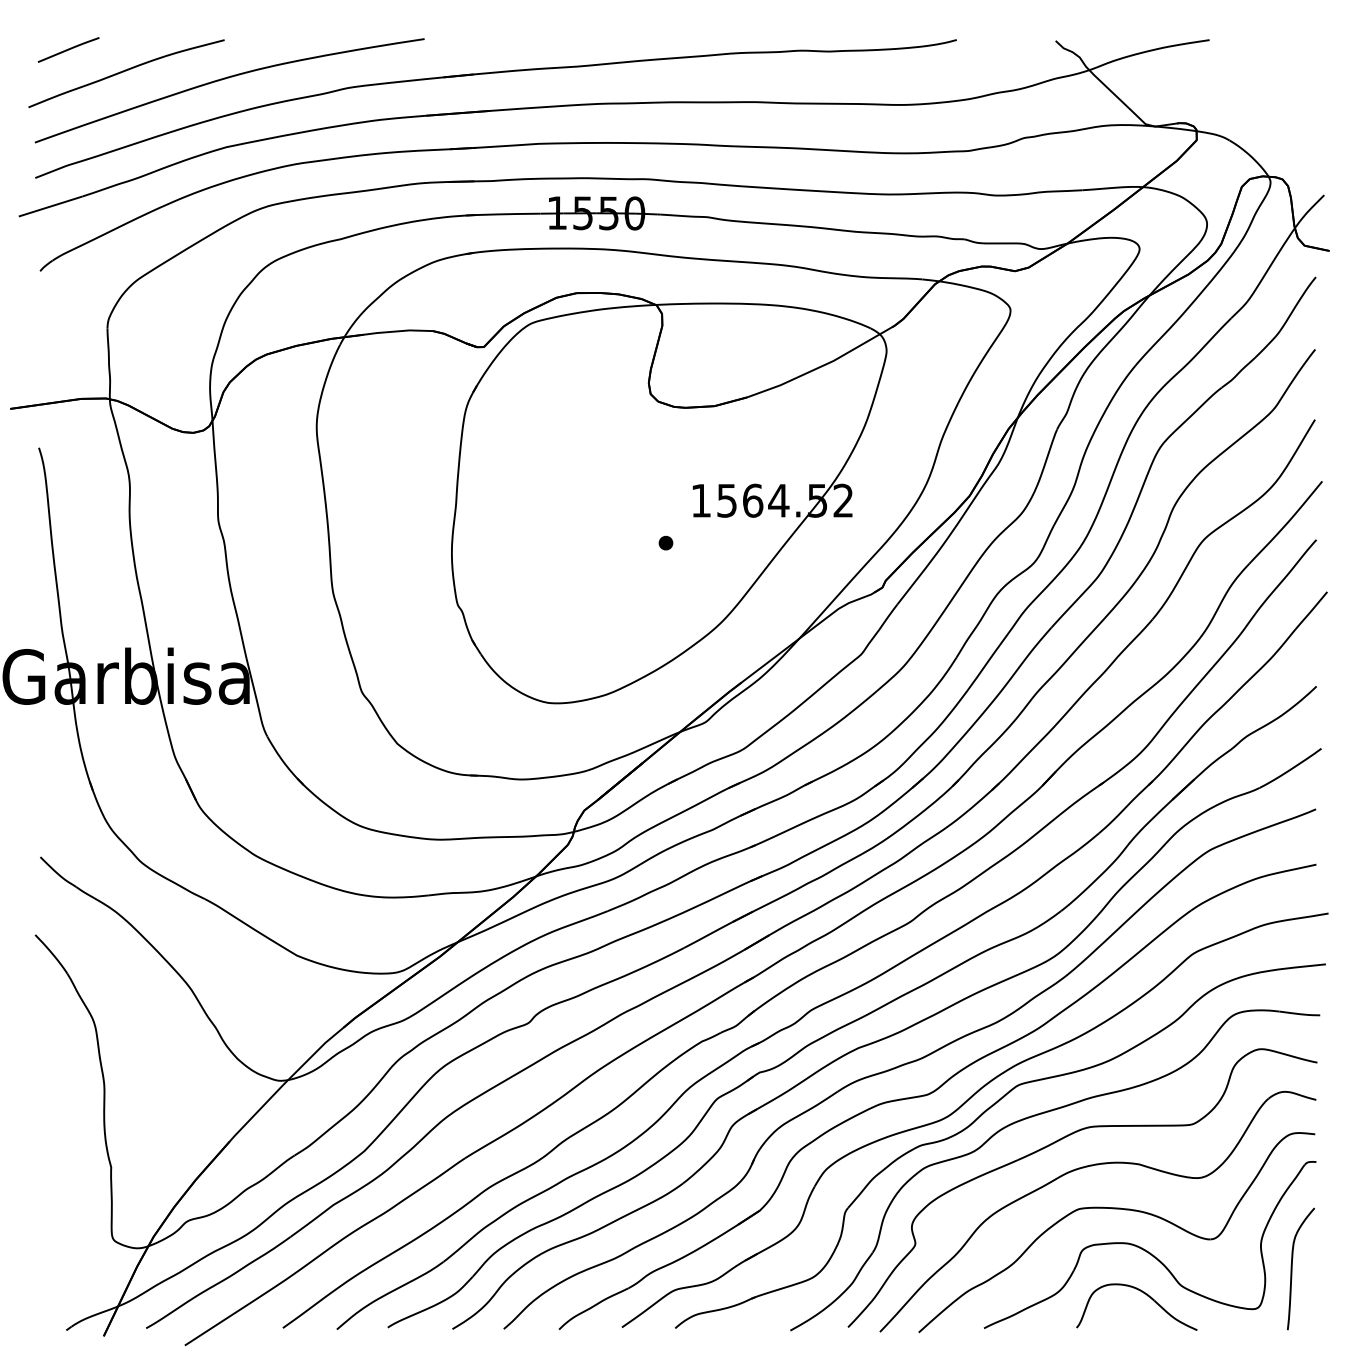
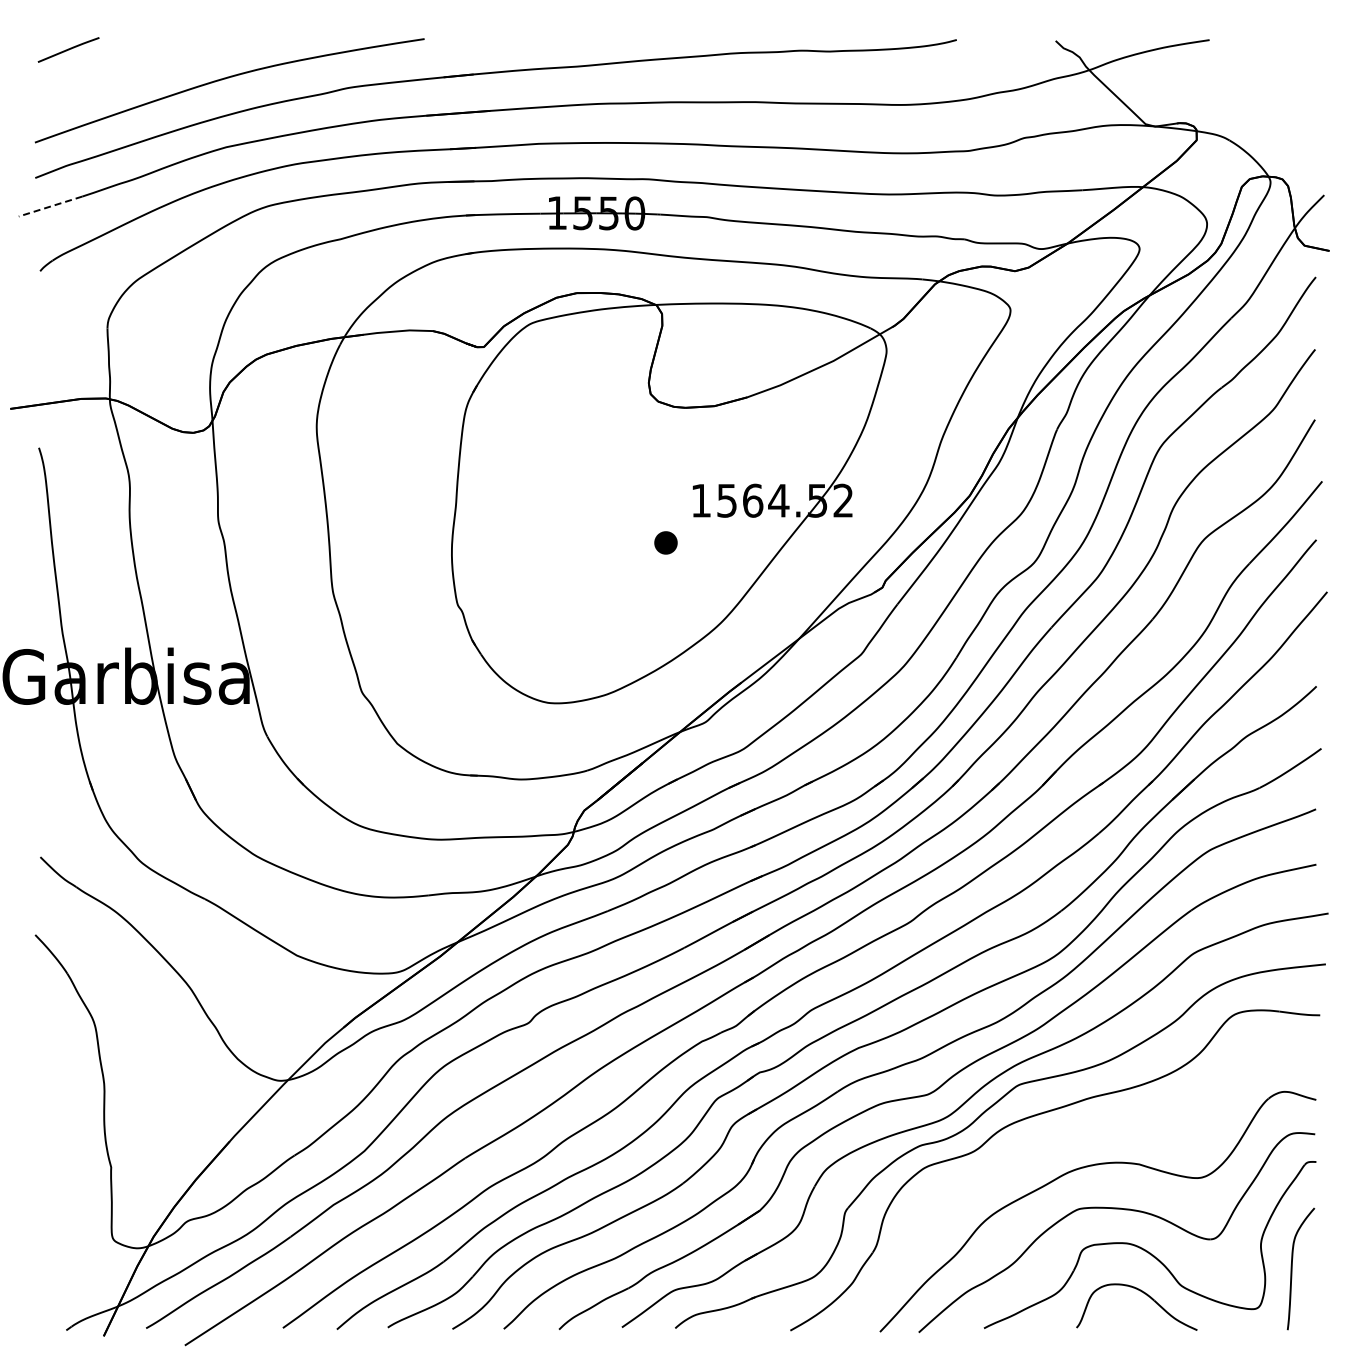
curve at (126, 71): present -> none
line at (50, 206): solid -> dashed
part at (665, 543) size: 16x15 px -> 24x24 px
part at (1057, 1142): present -> none
